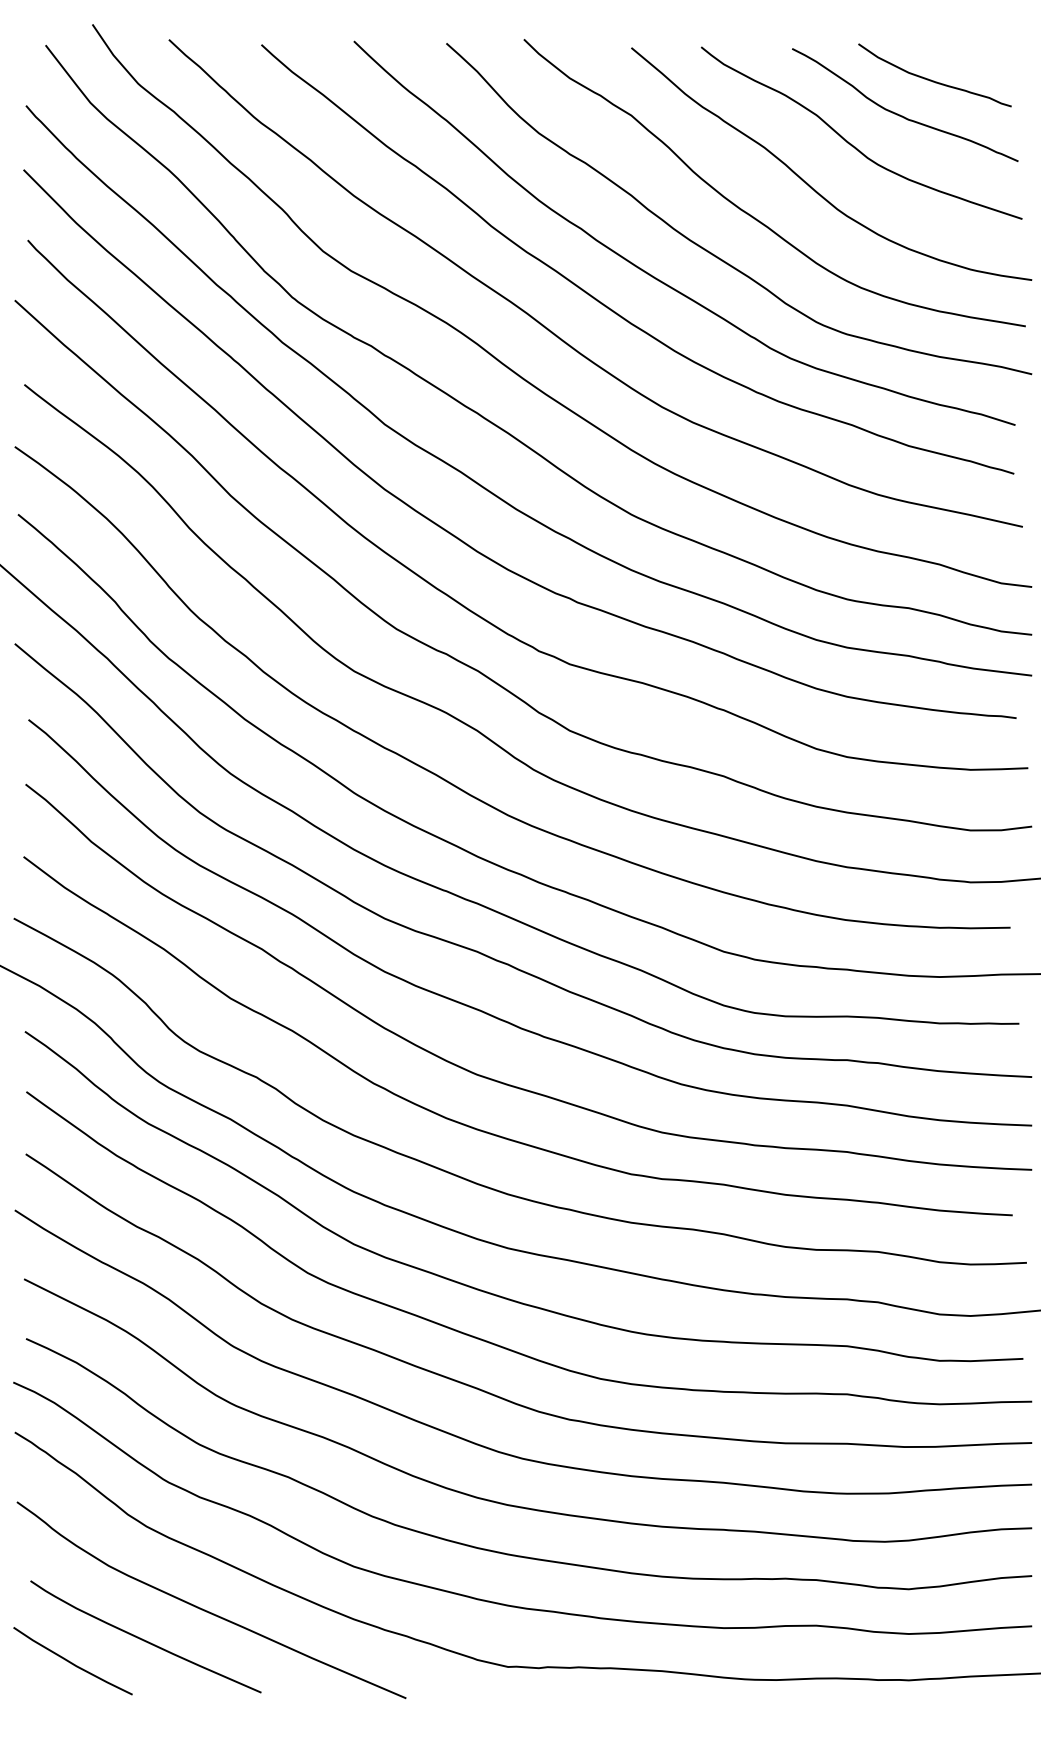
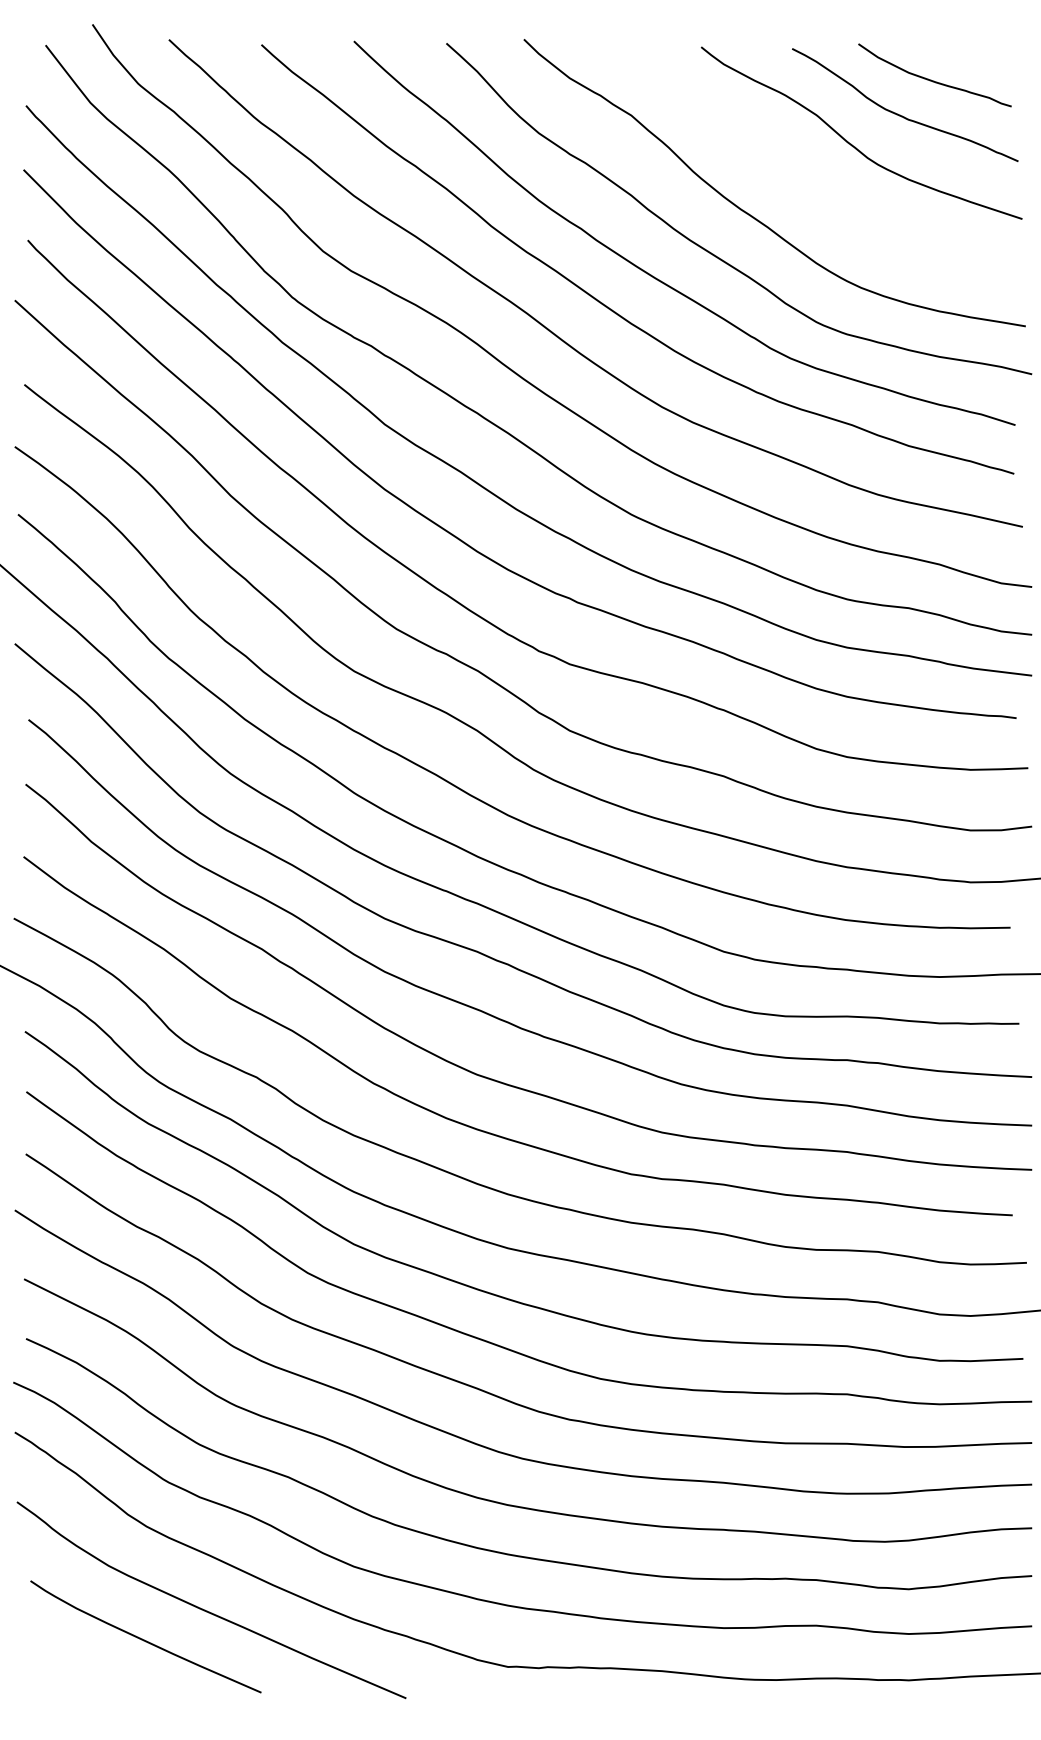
curve at (809, 184): present -> none
curve at (72, 1662): present -> none
